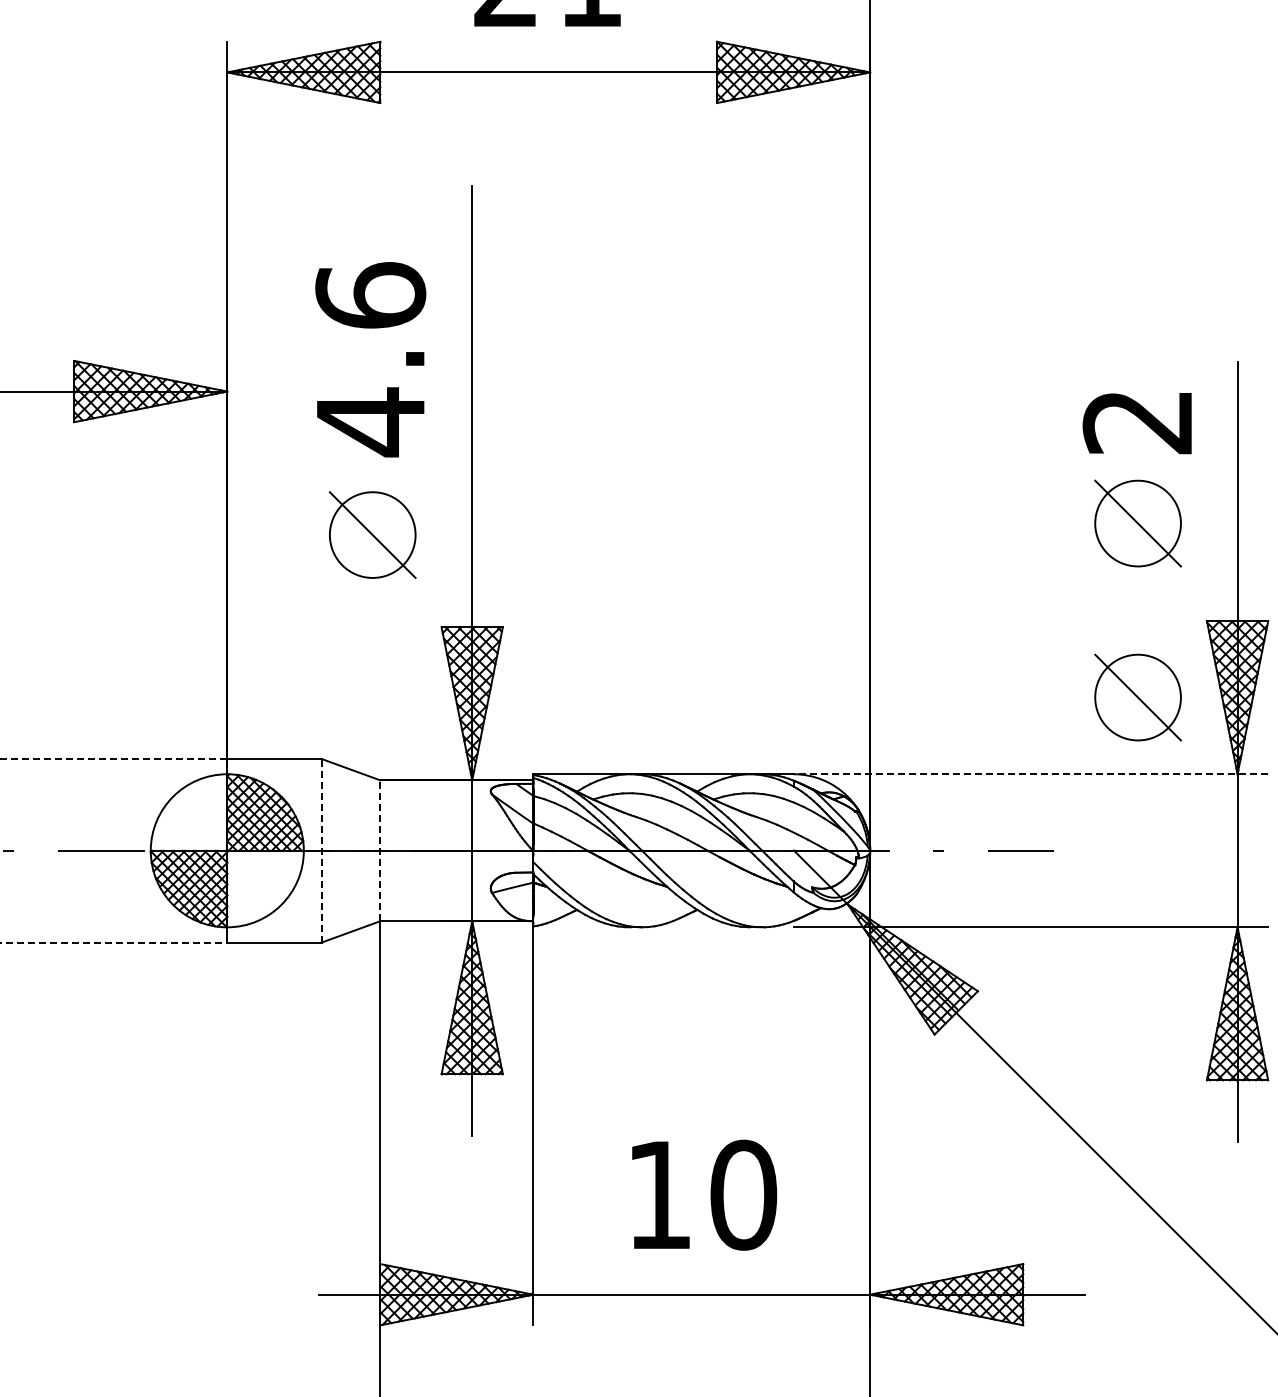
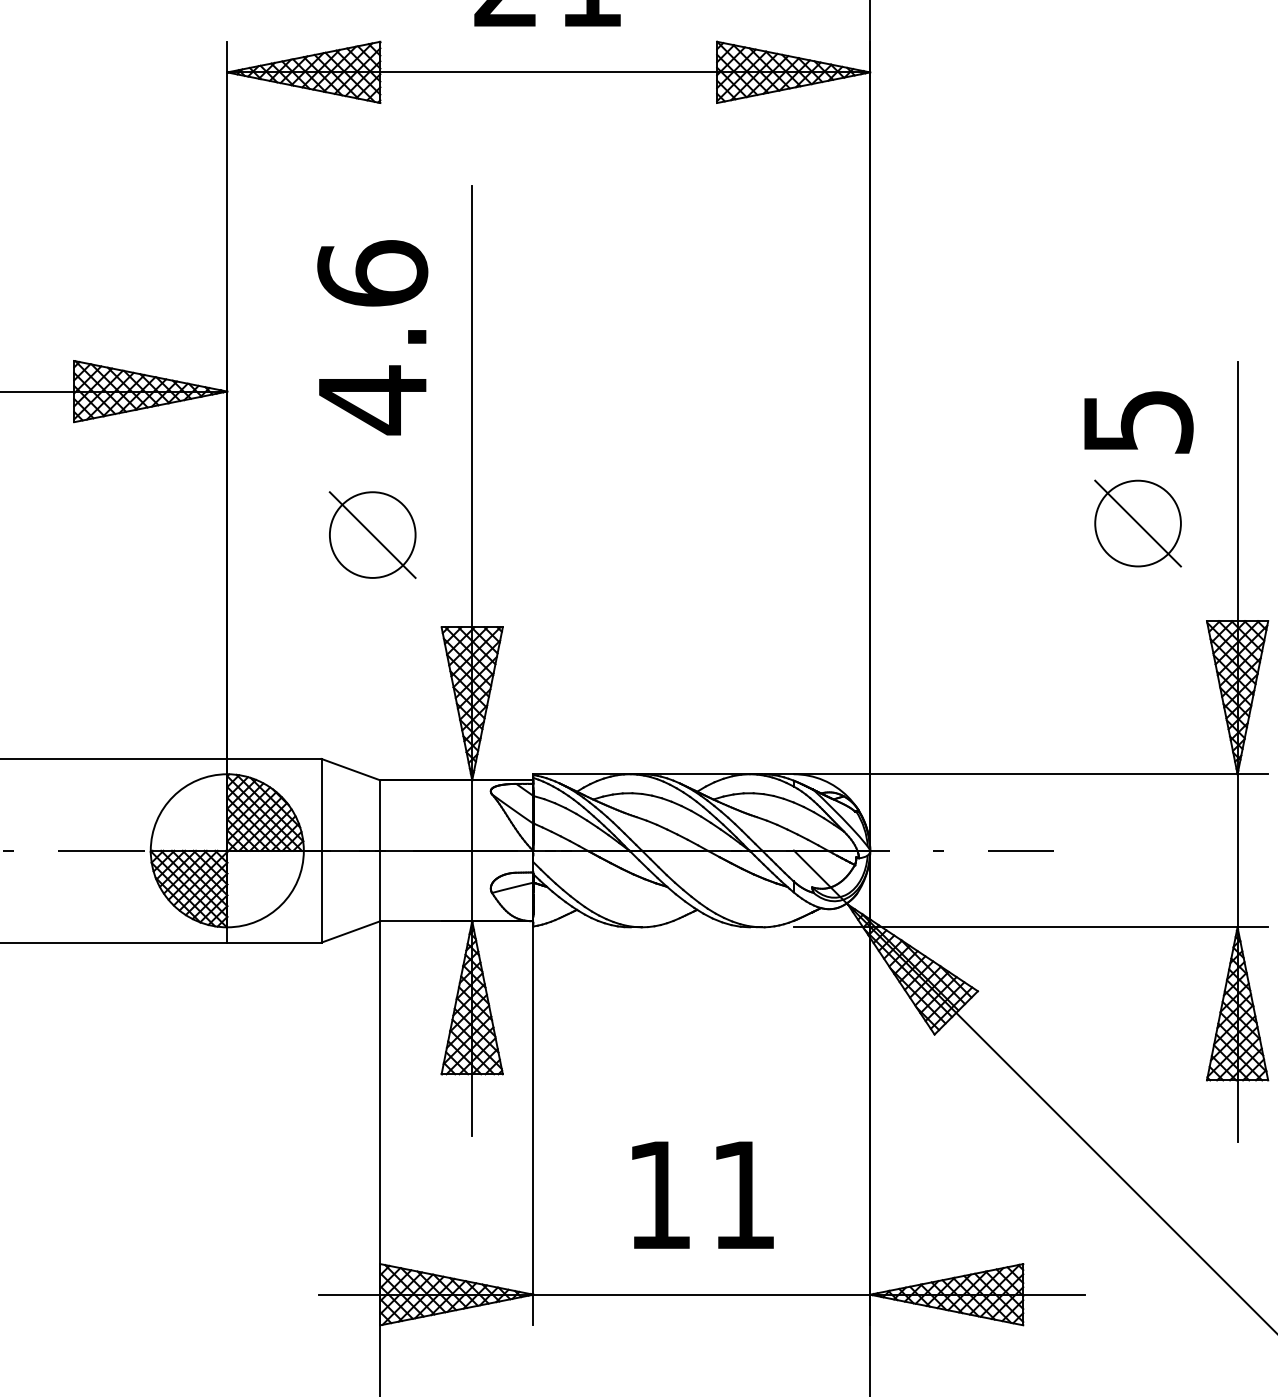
text at (370, 359) position: (370, 359) -> (372, 337)
text at (1137, 422): 2 -> 5
part at (1137, 697): present -> none
line at (113, 758): dashed -> solid
line at (1030, 774): dashed -> solid
line at (321, 850): dashed -> solid
line at (380, 850): dashed -> solid
line at (114, 942): dashed -> solid
text at (743, 1194): 10 -> 11
